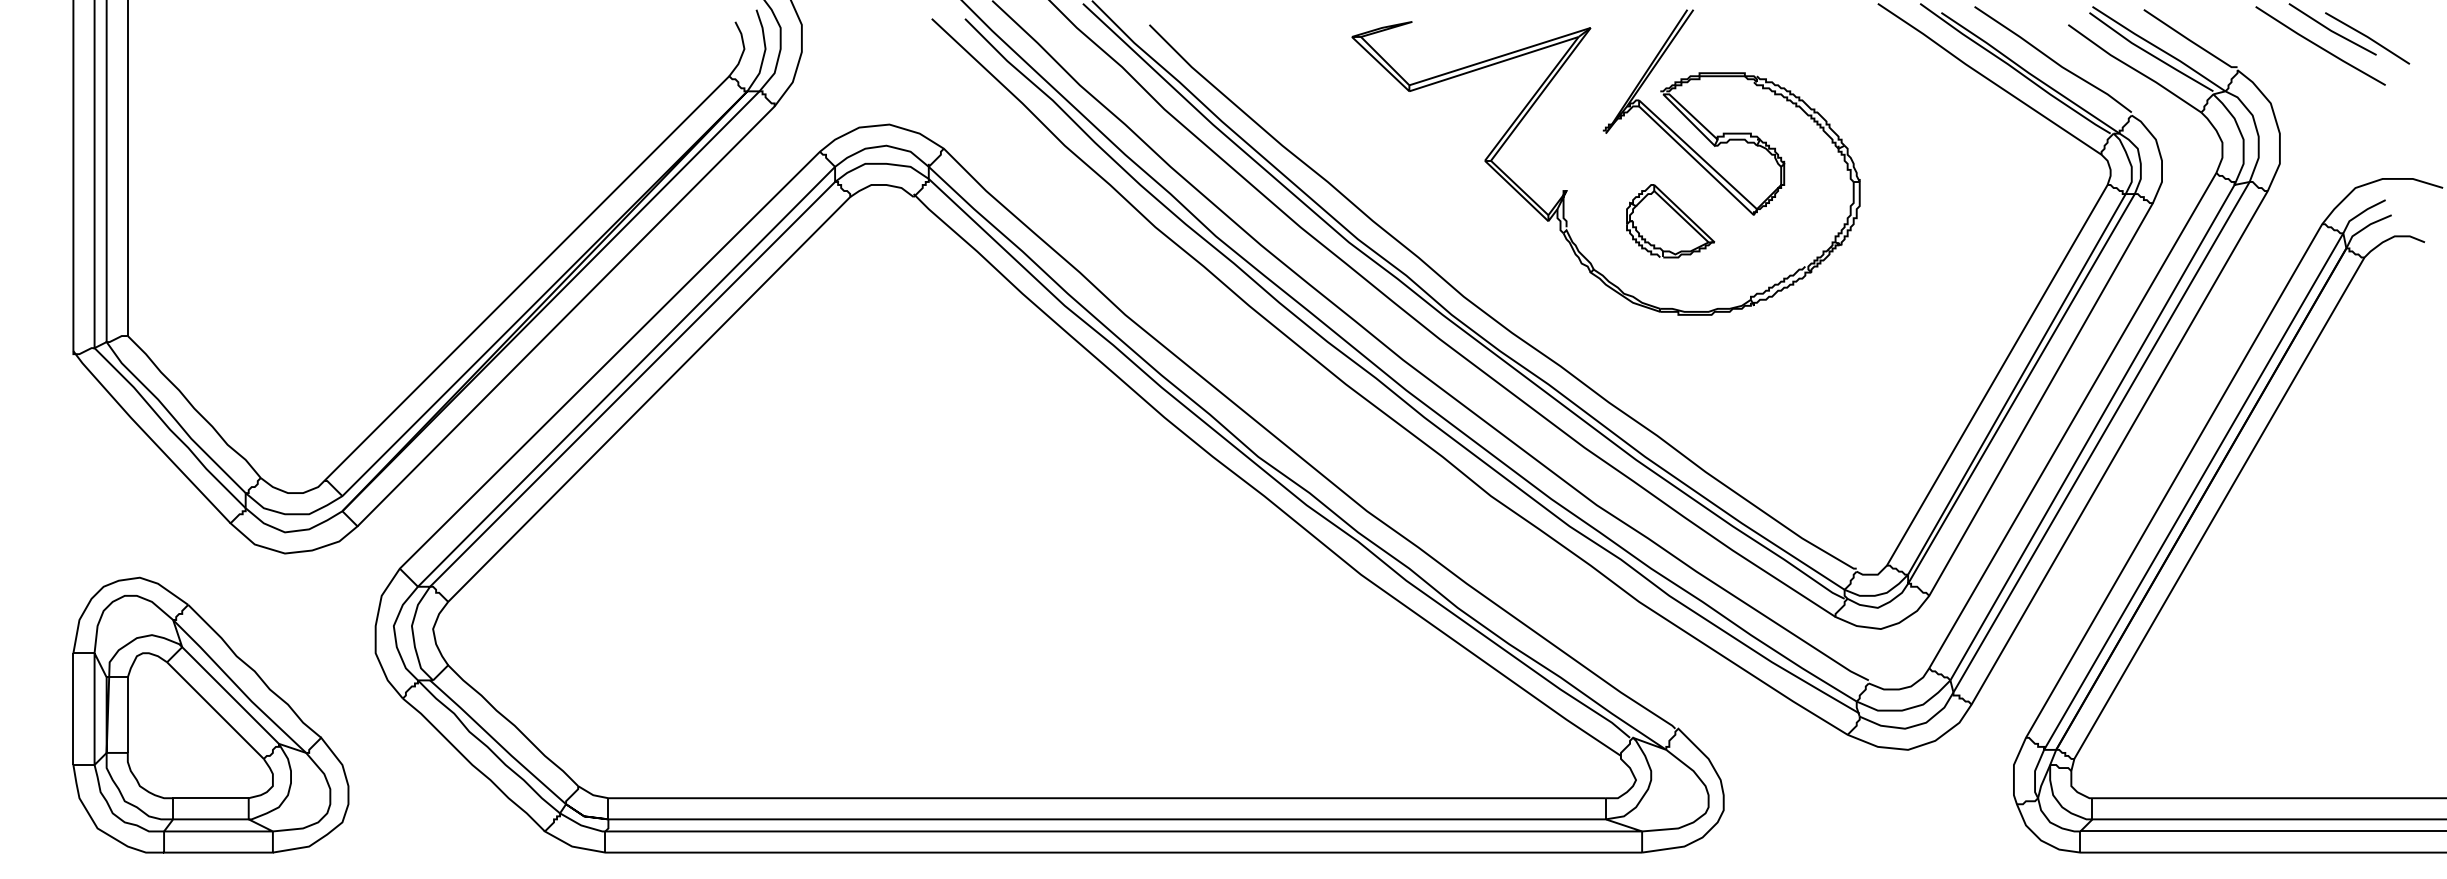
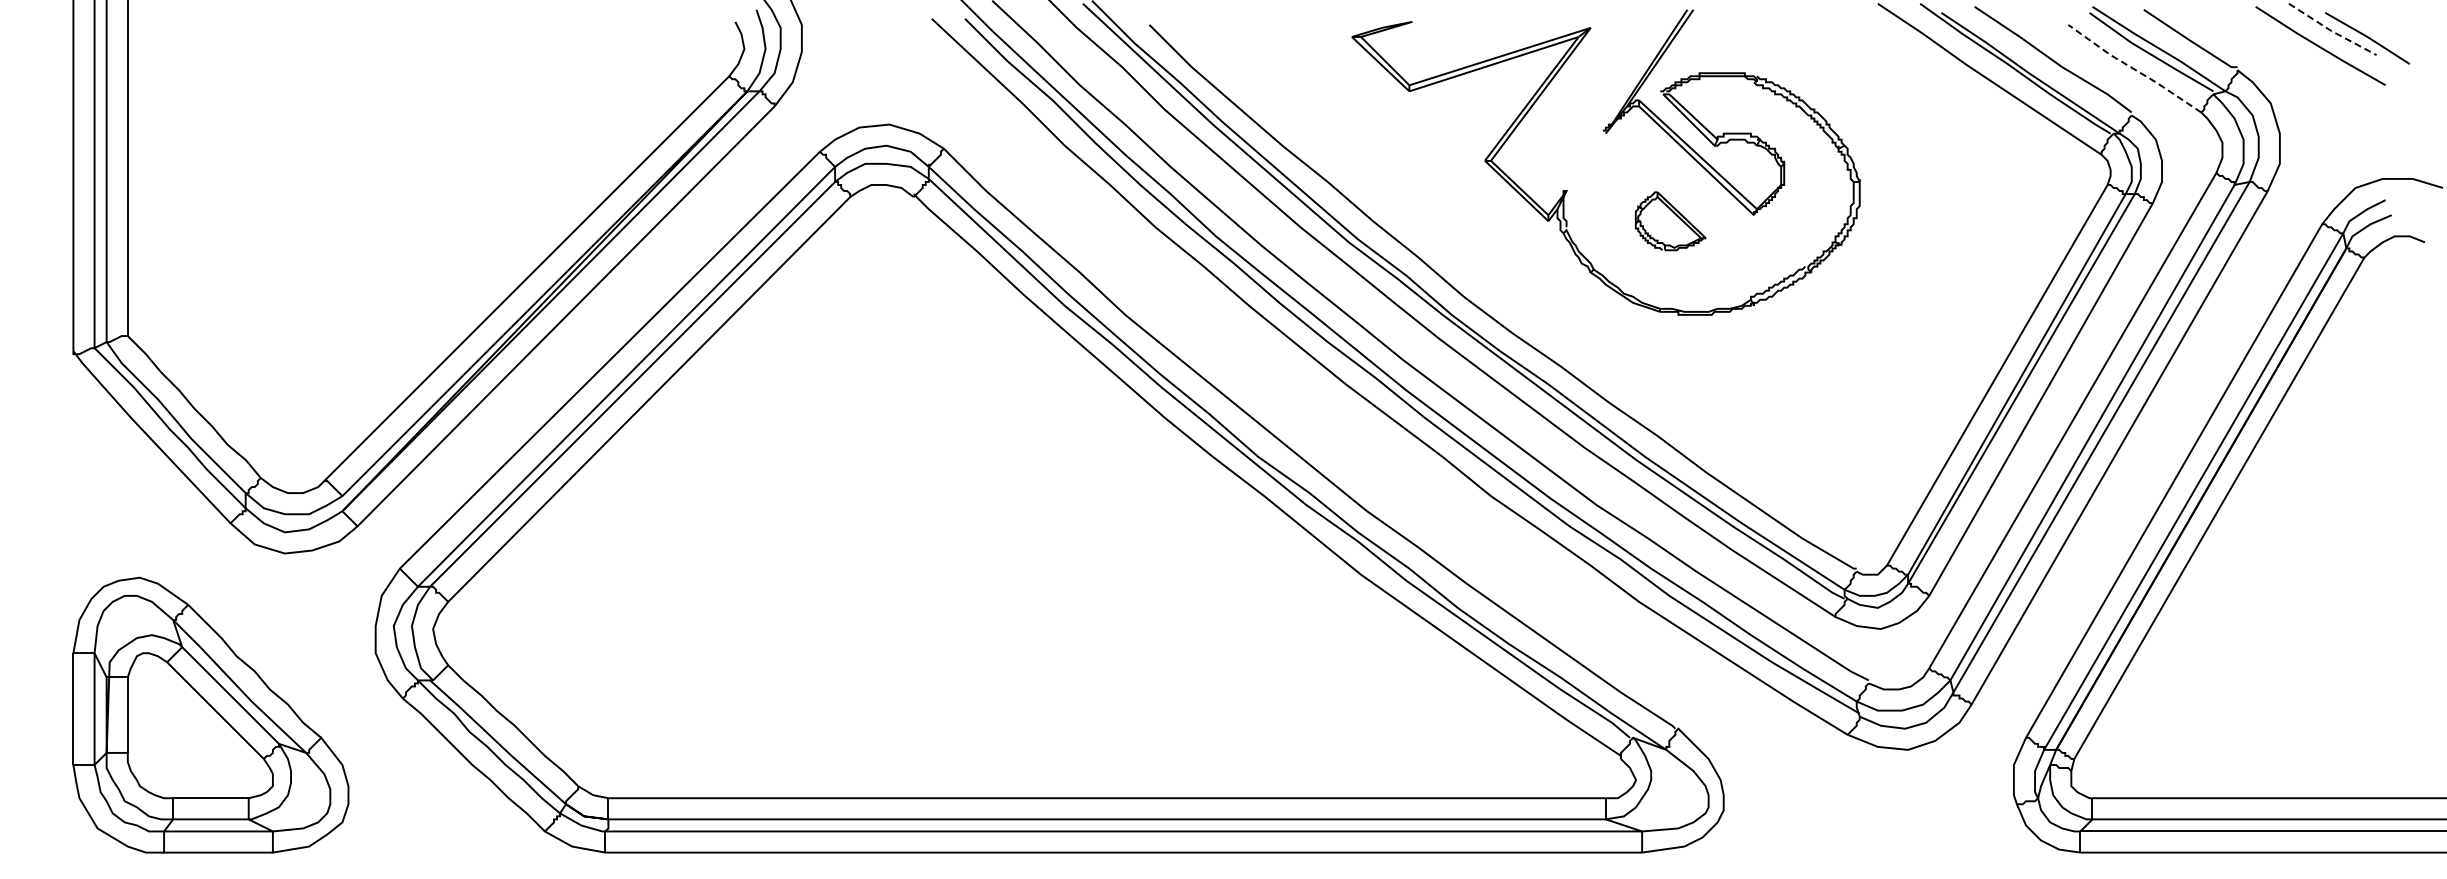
line at (2331, 30): solid -> dashed
line at (2133, 68): solid -> dashed
part at (1670, 221) size: 90x75 px -> 73x61 px
